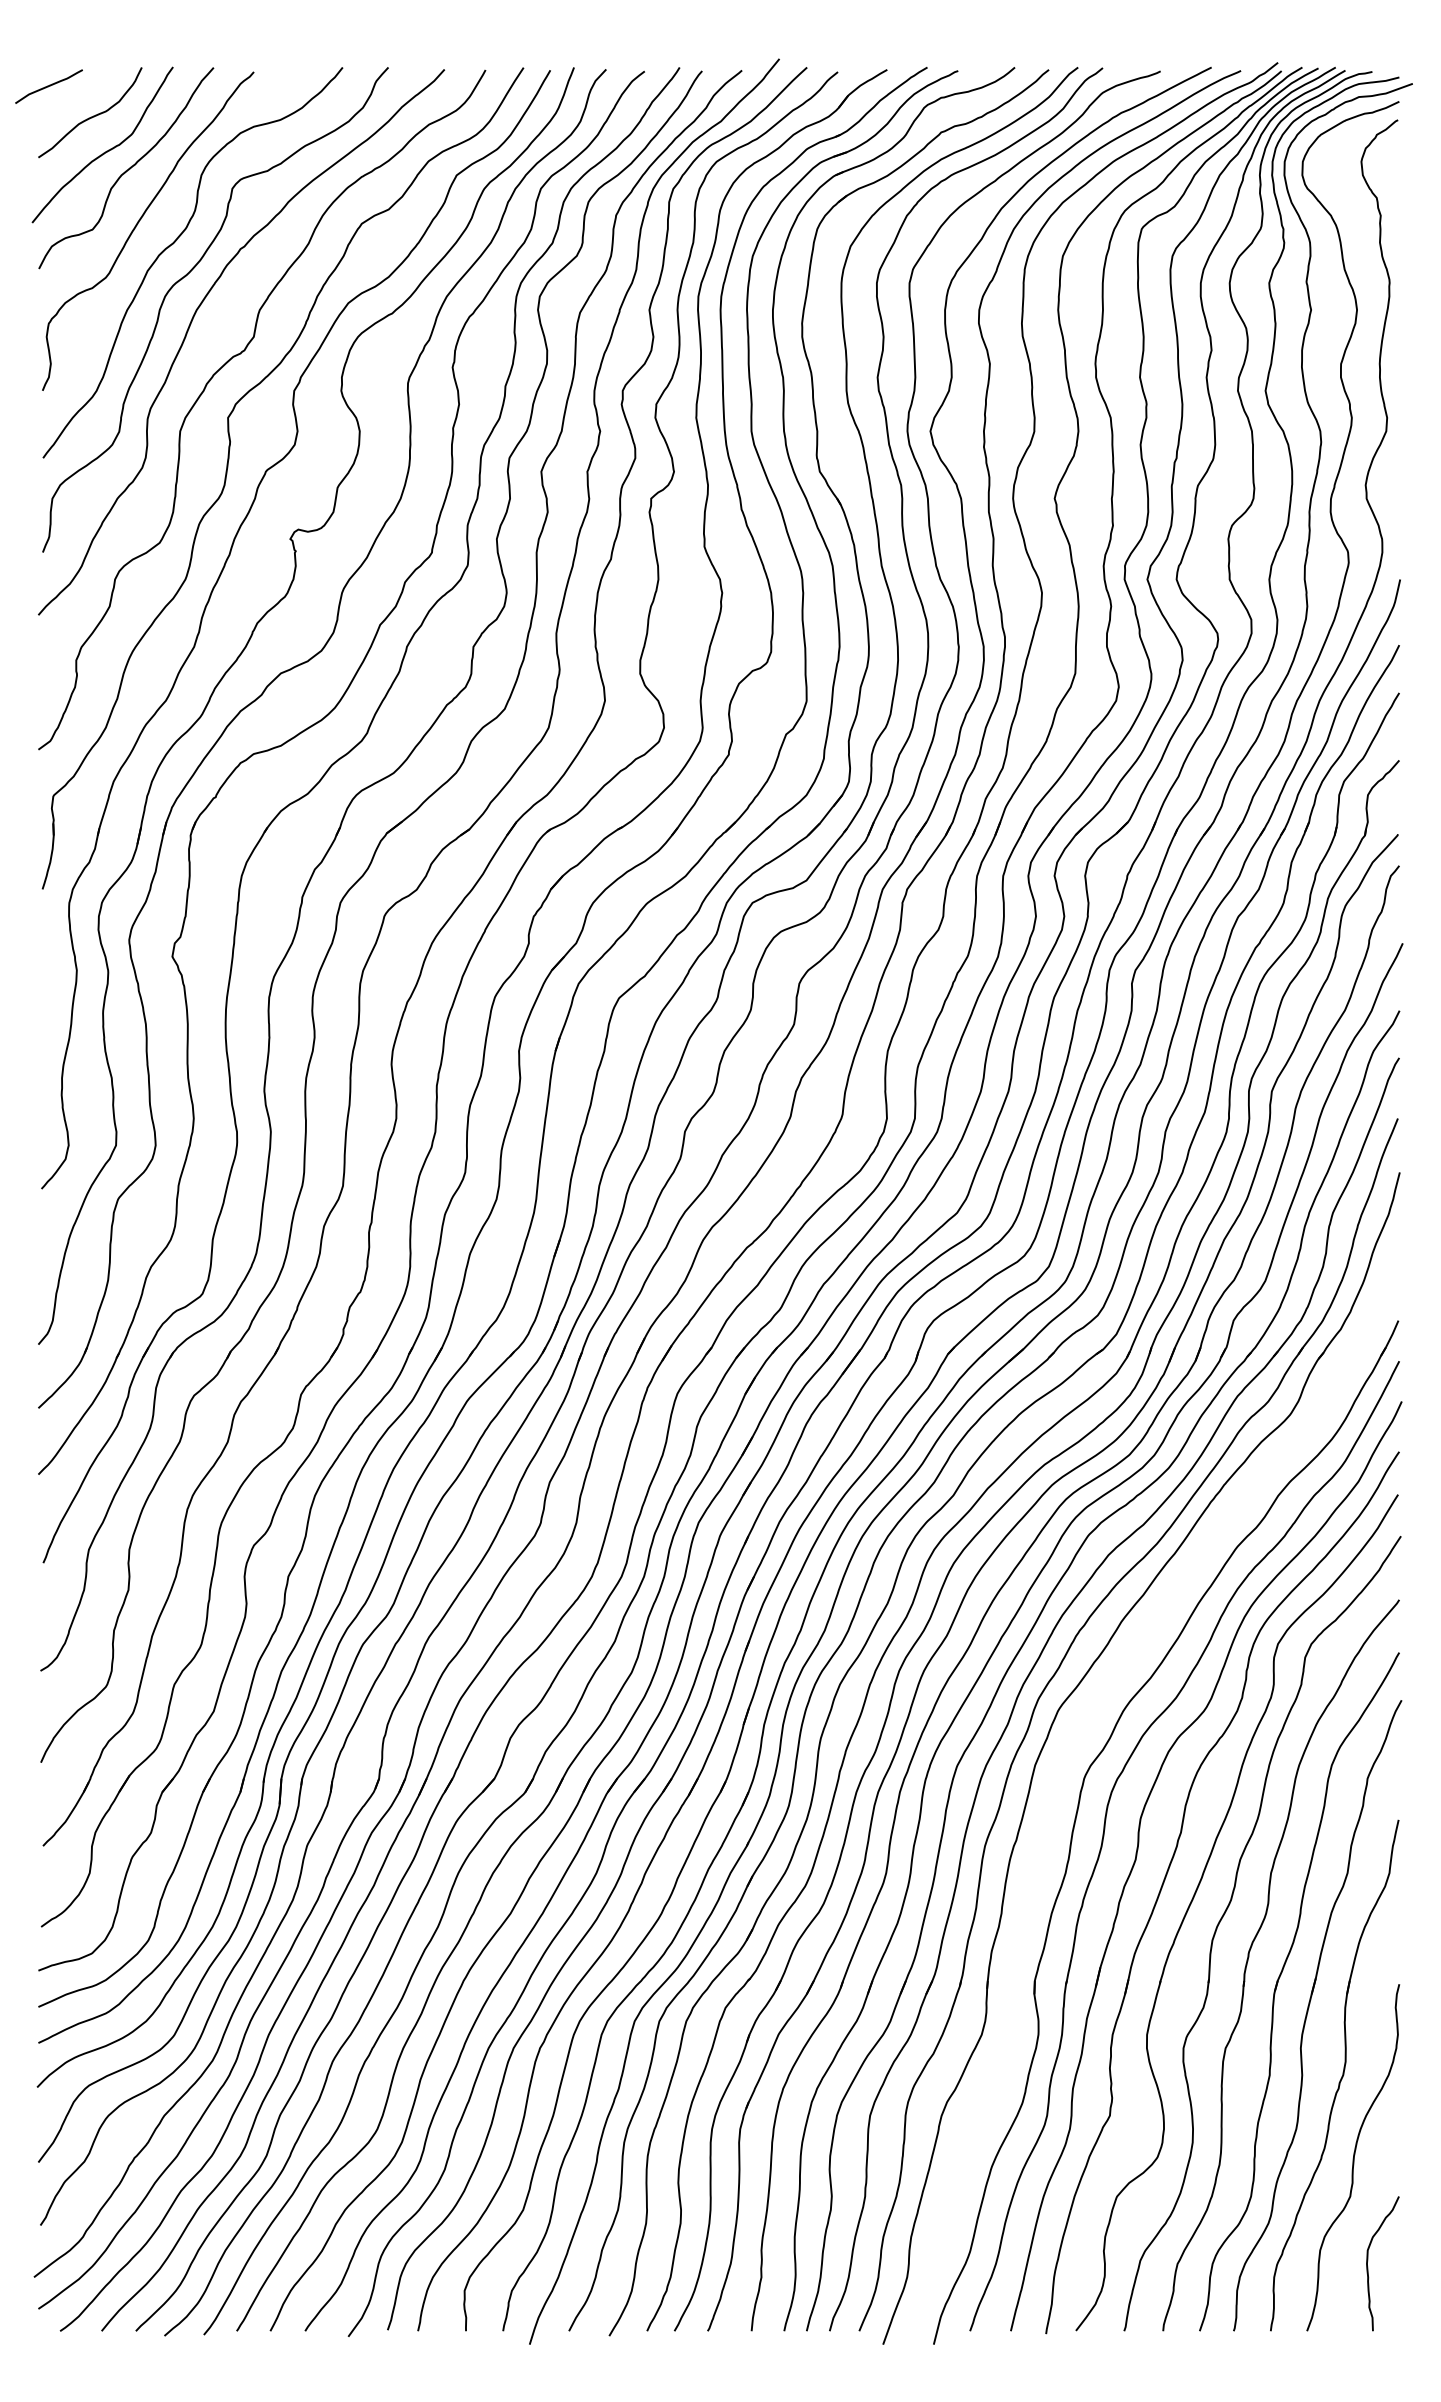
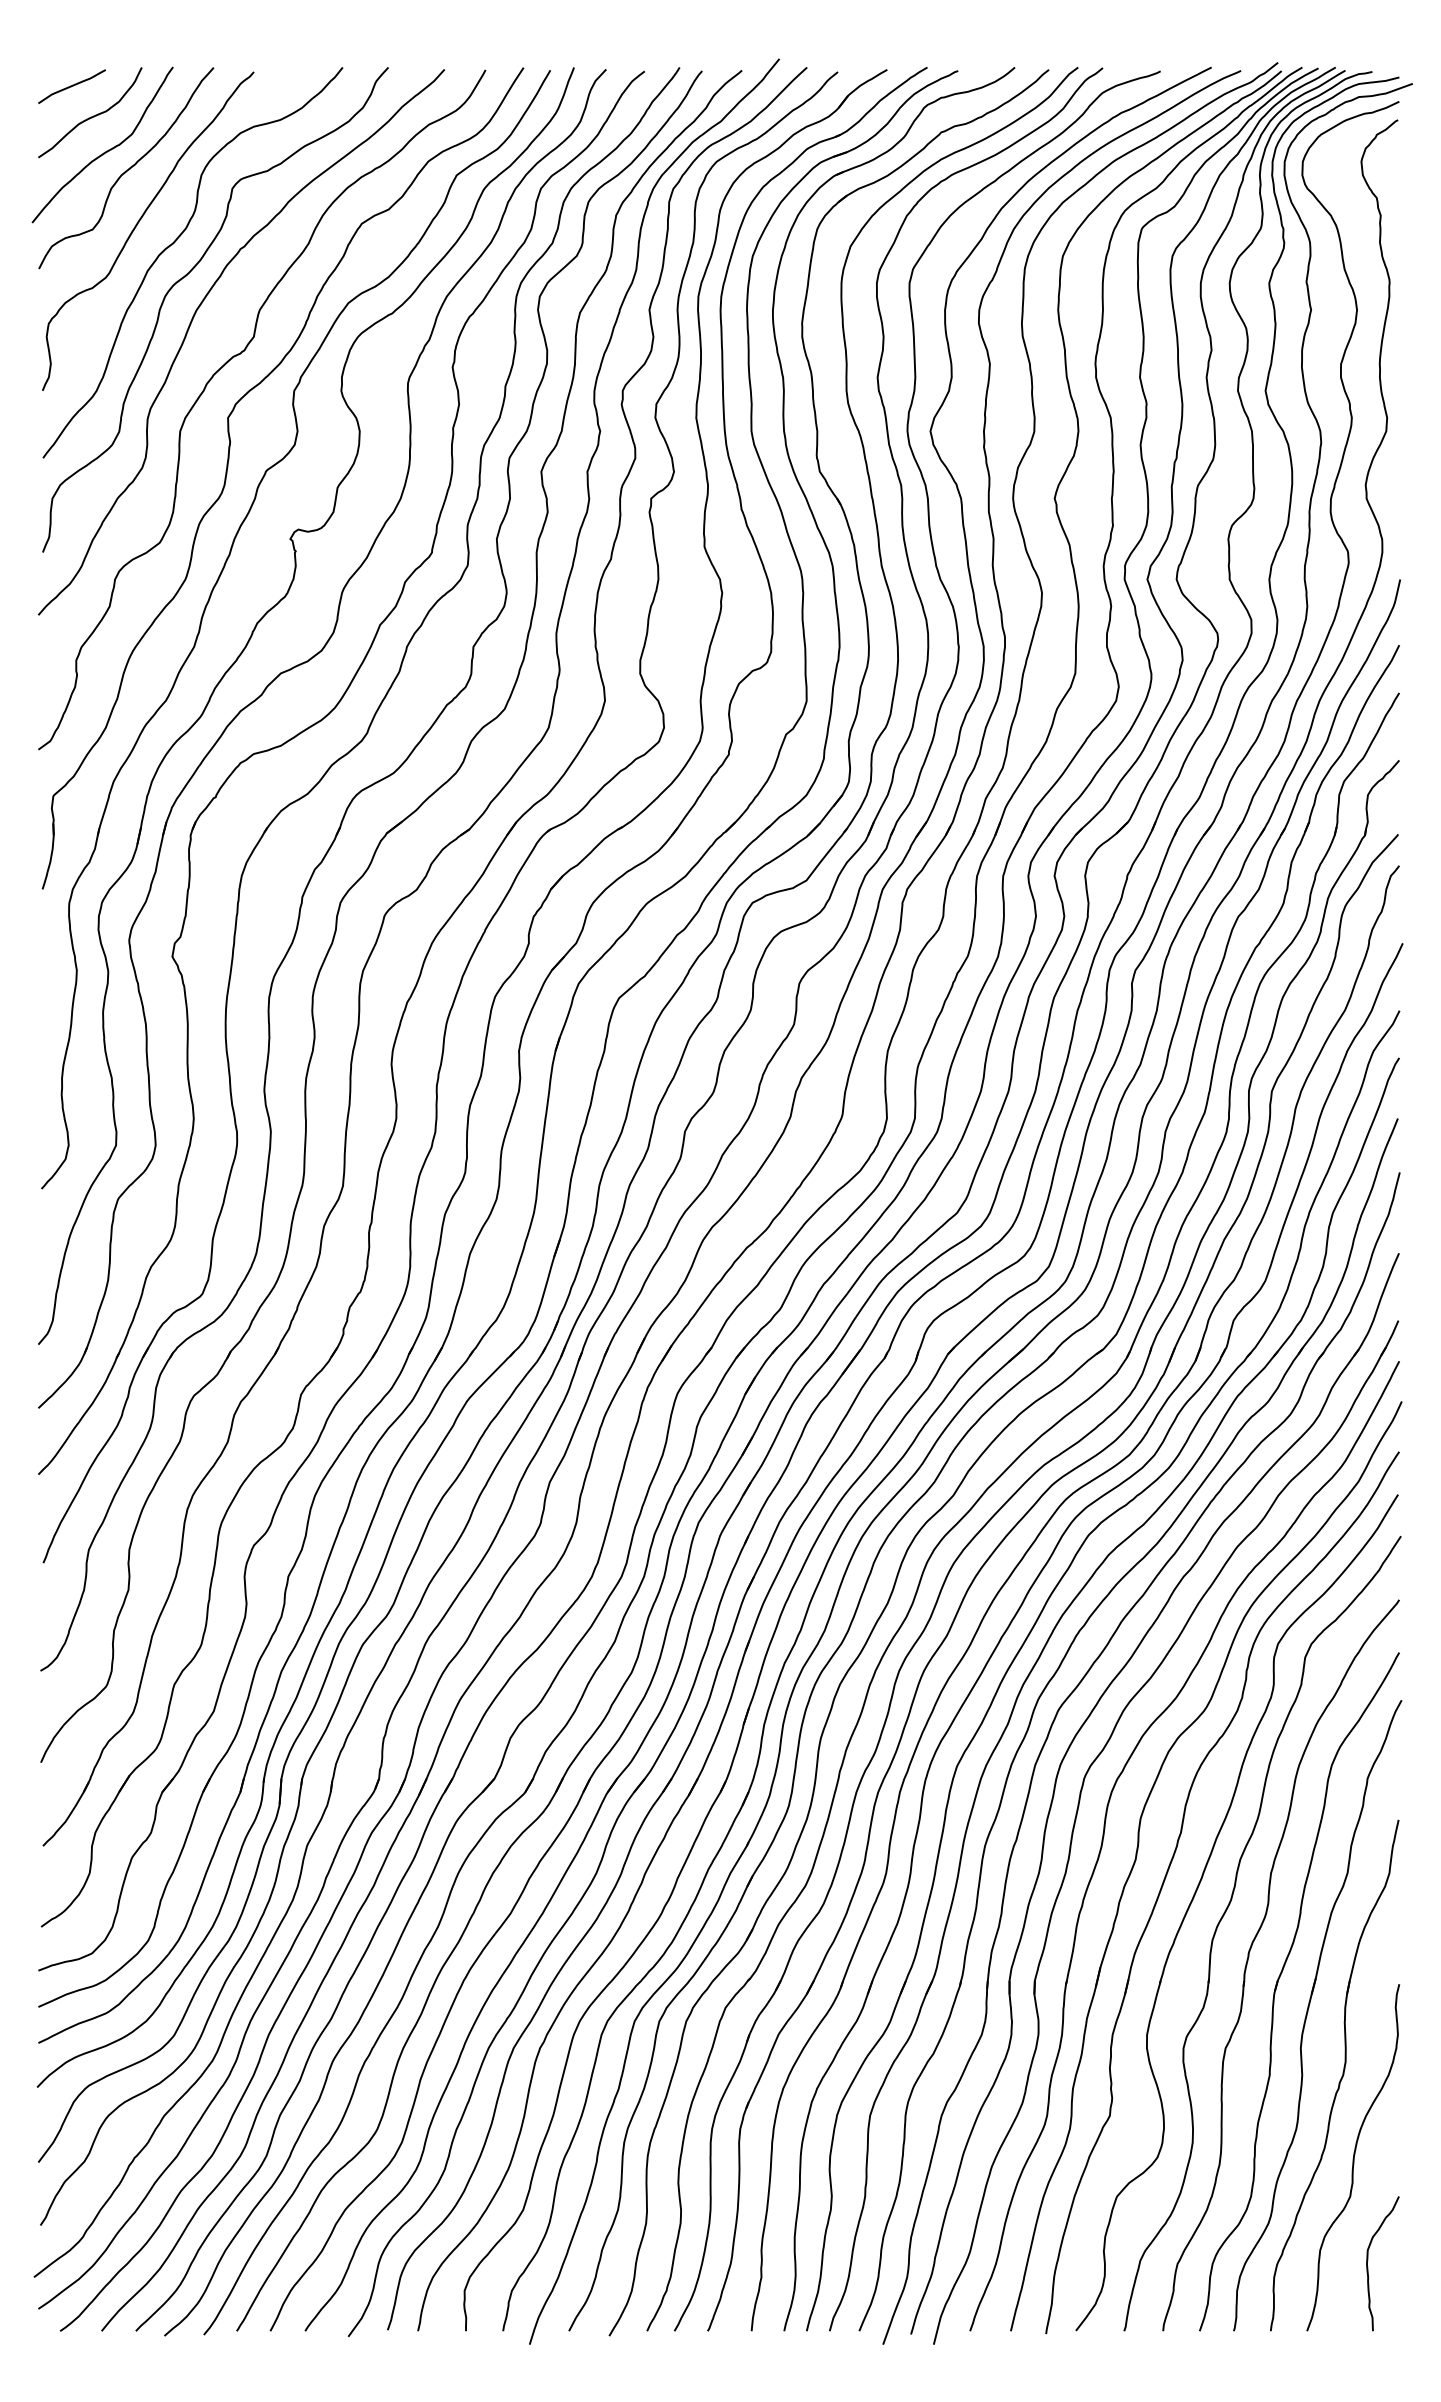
curve at (48, 86) position: (48, 86) -> (71, 86)
part at (1068, 1751): none -> present
